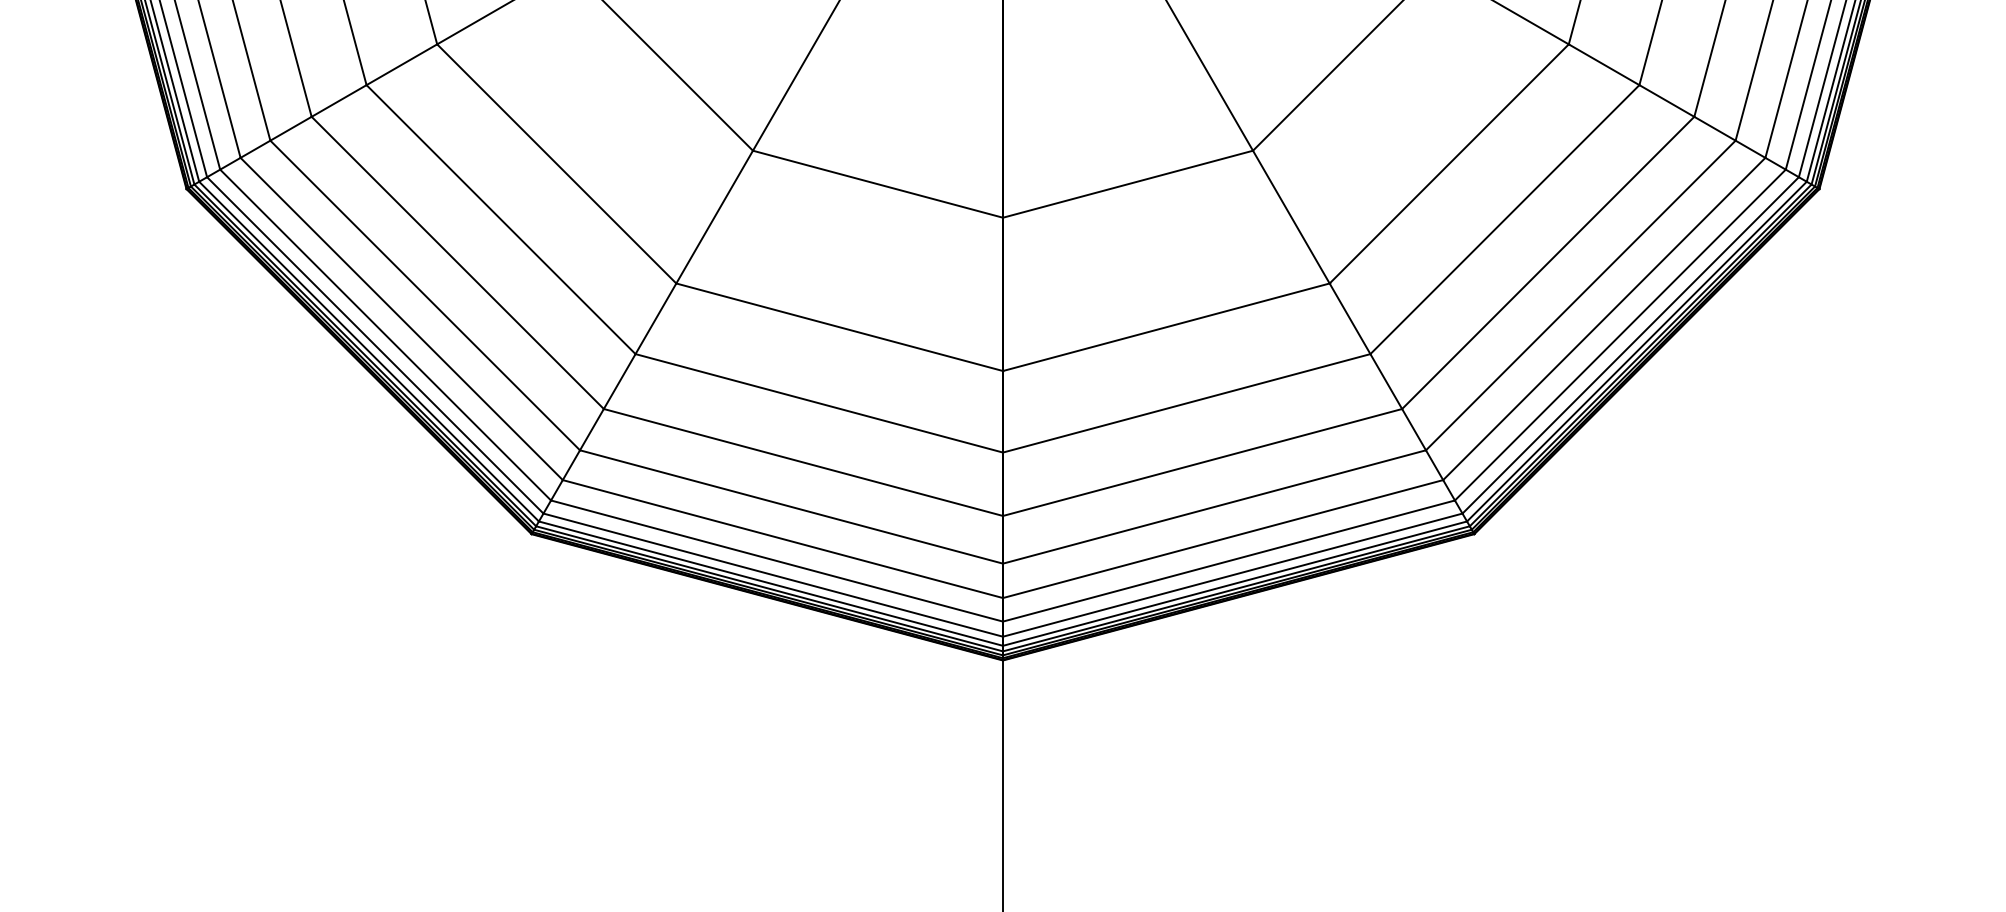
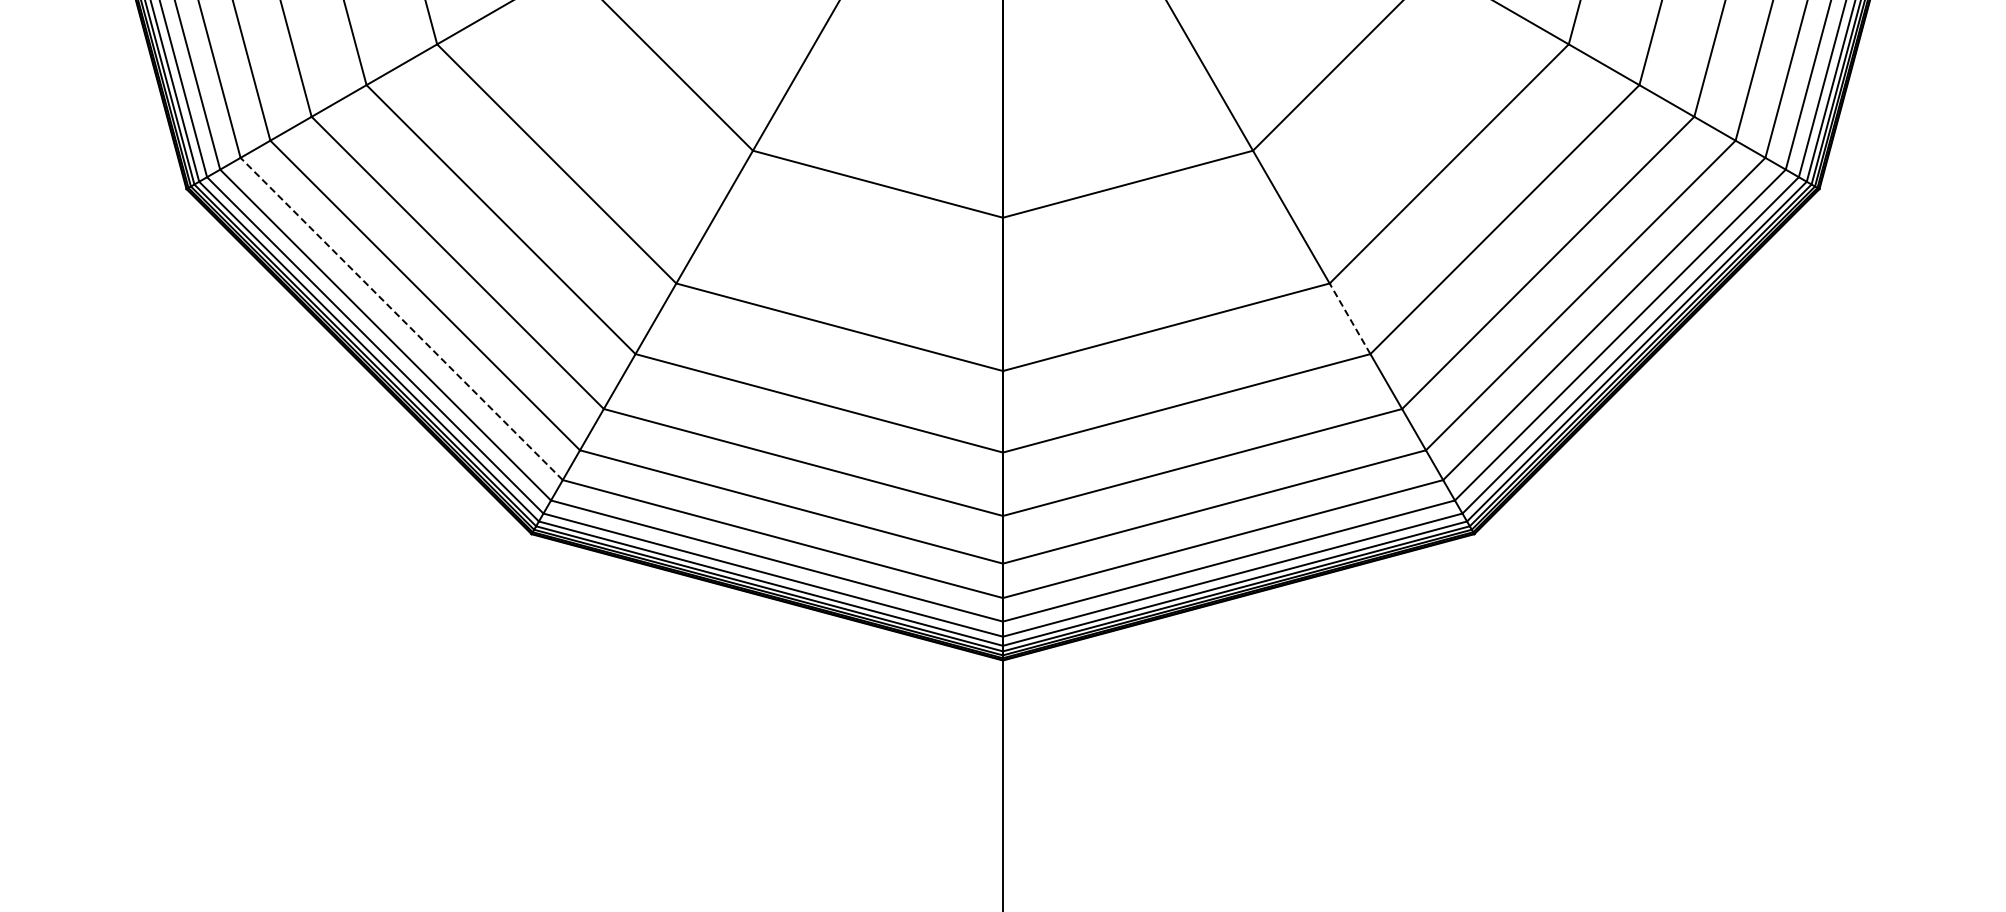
line at (401, 318): solid -> dashed
line at (1350, 318): solid -> dashed
